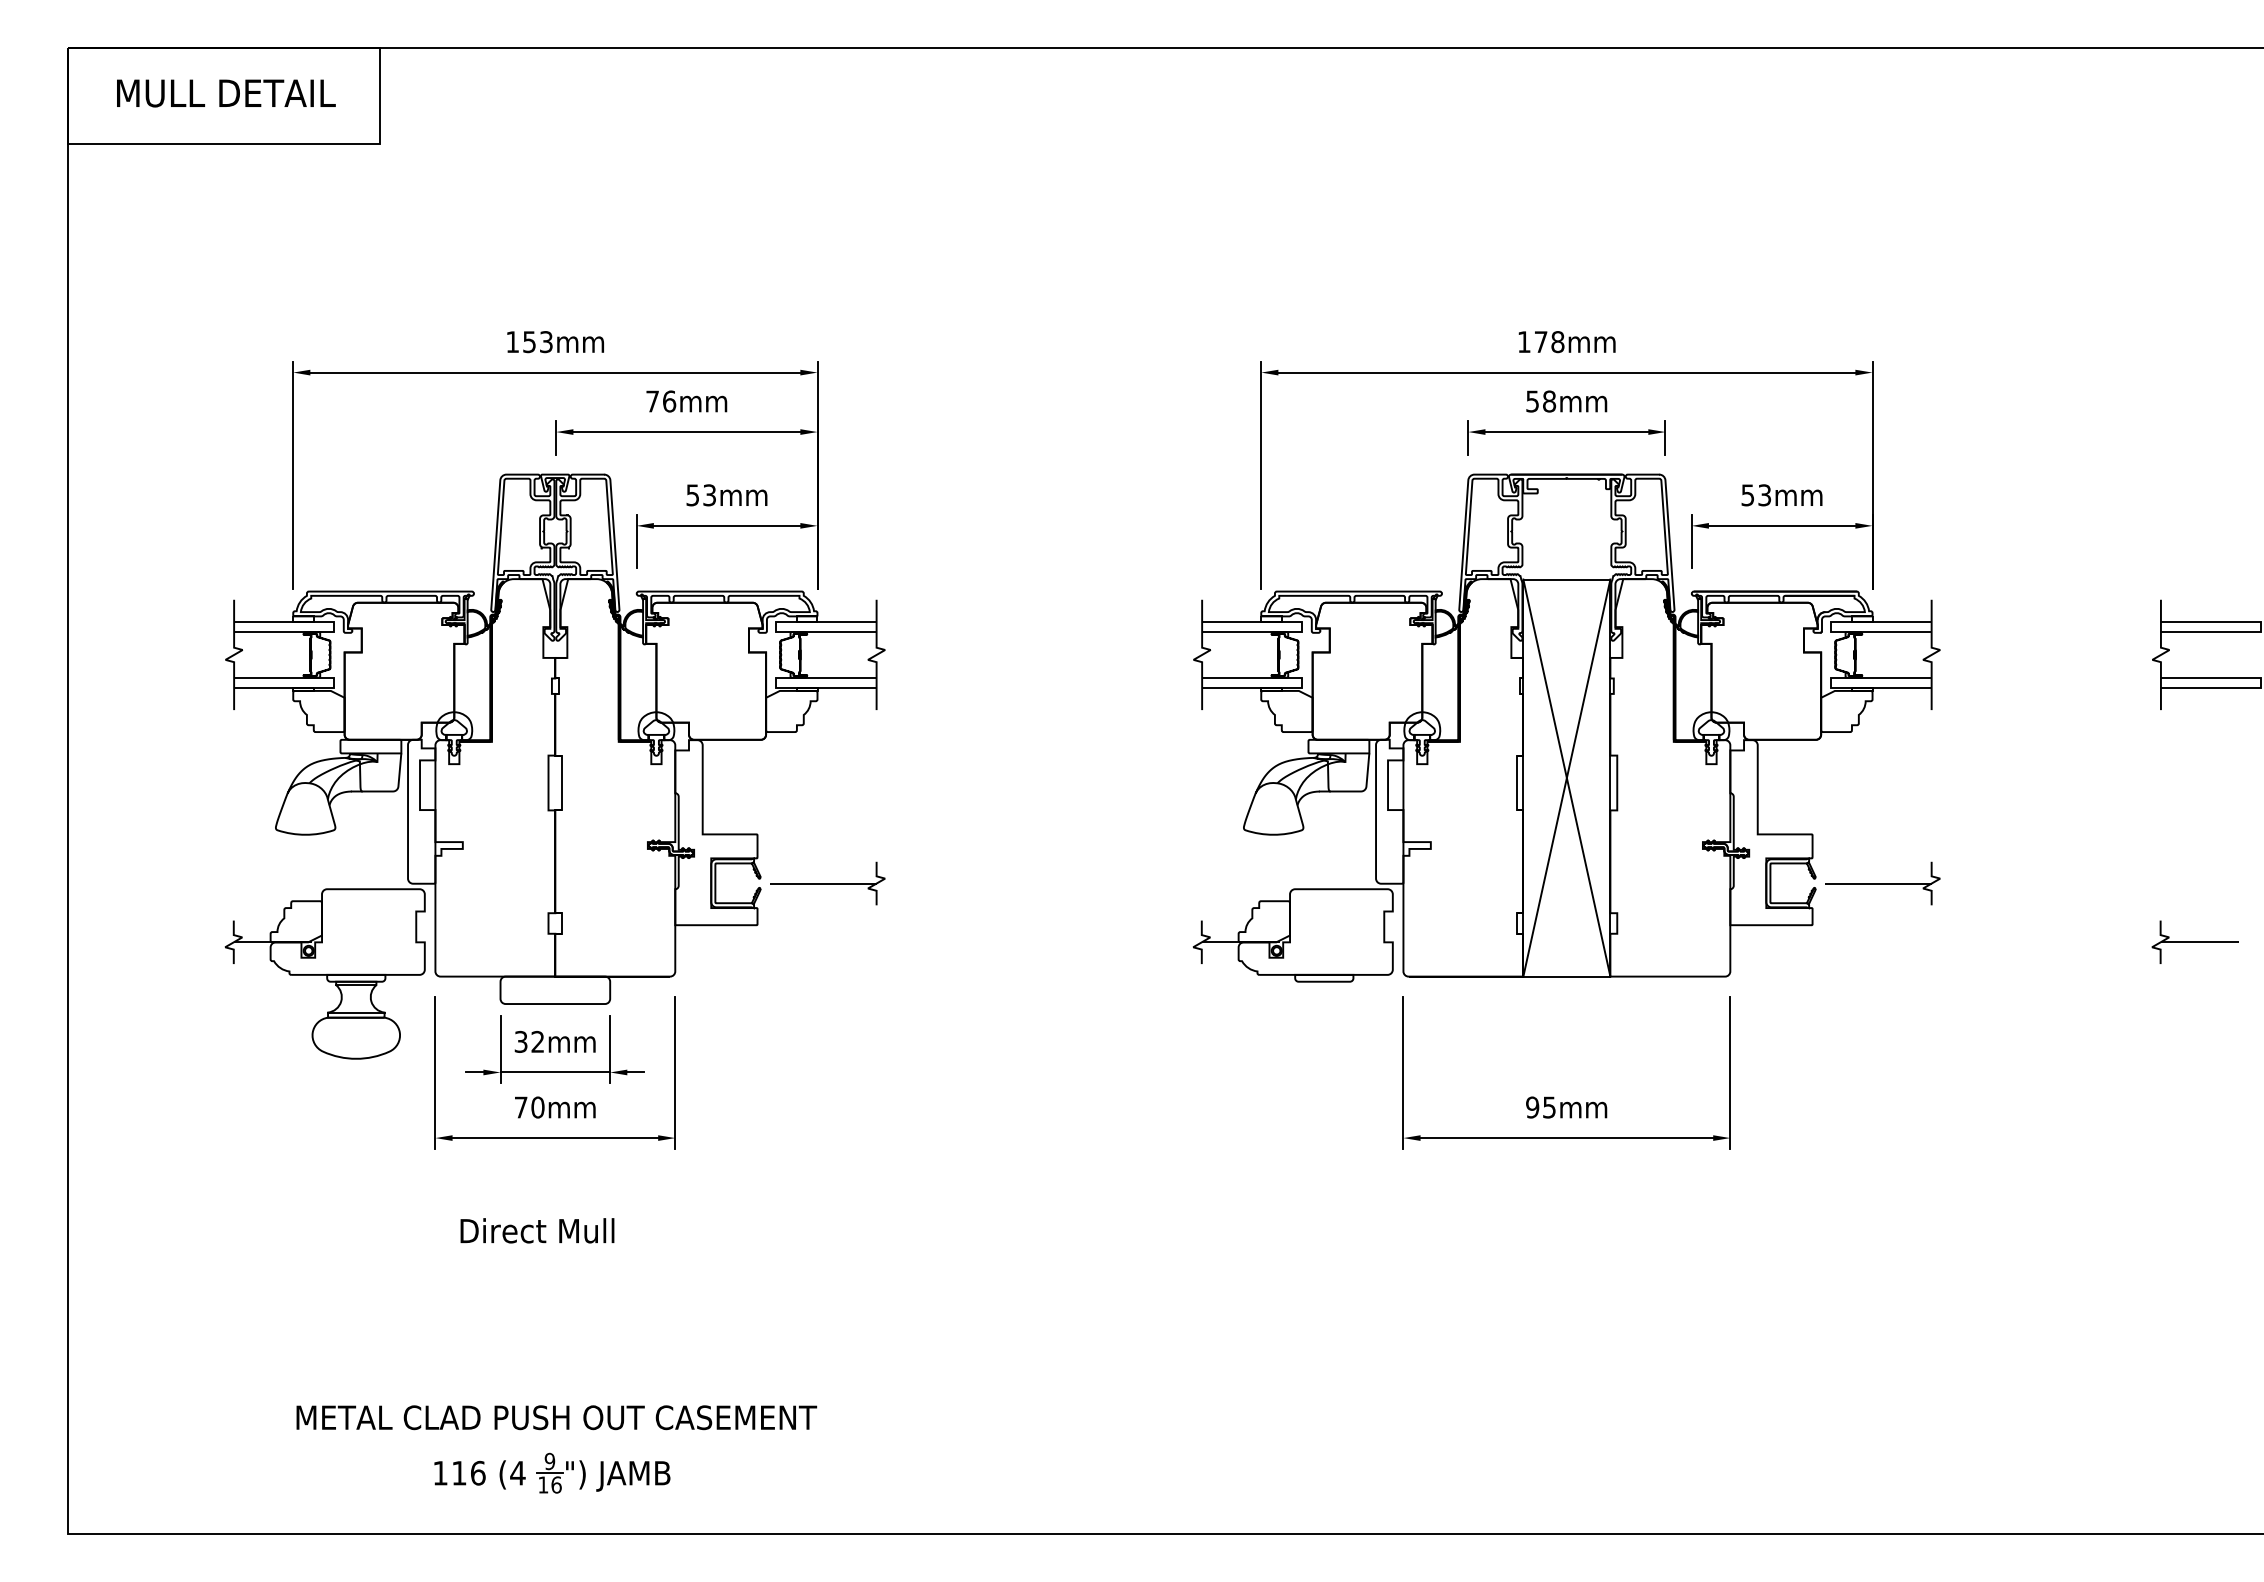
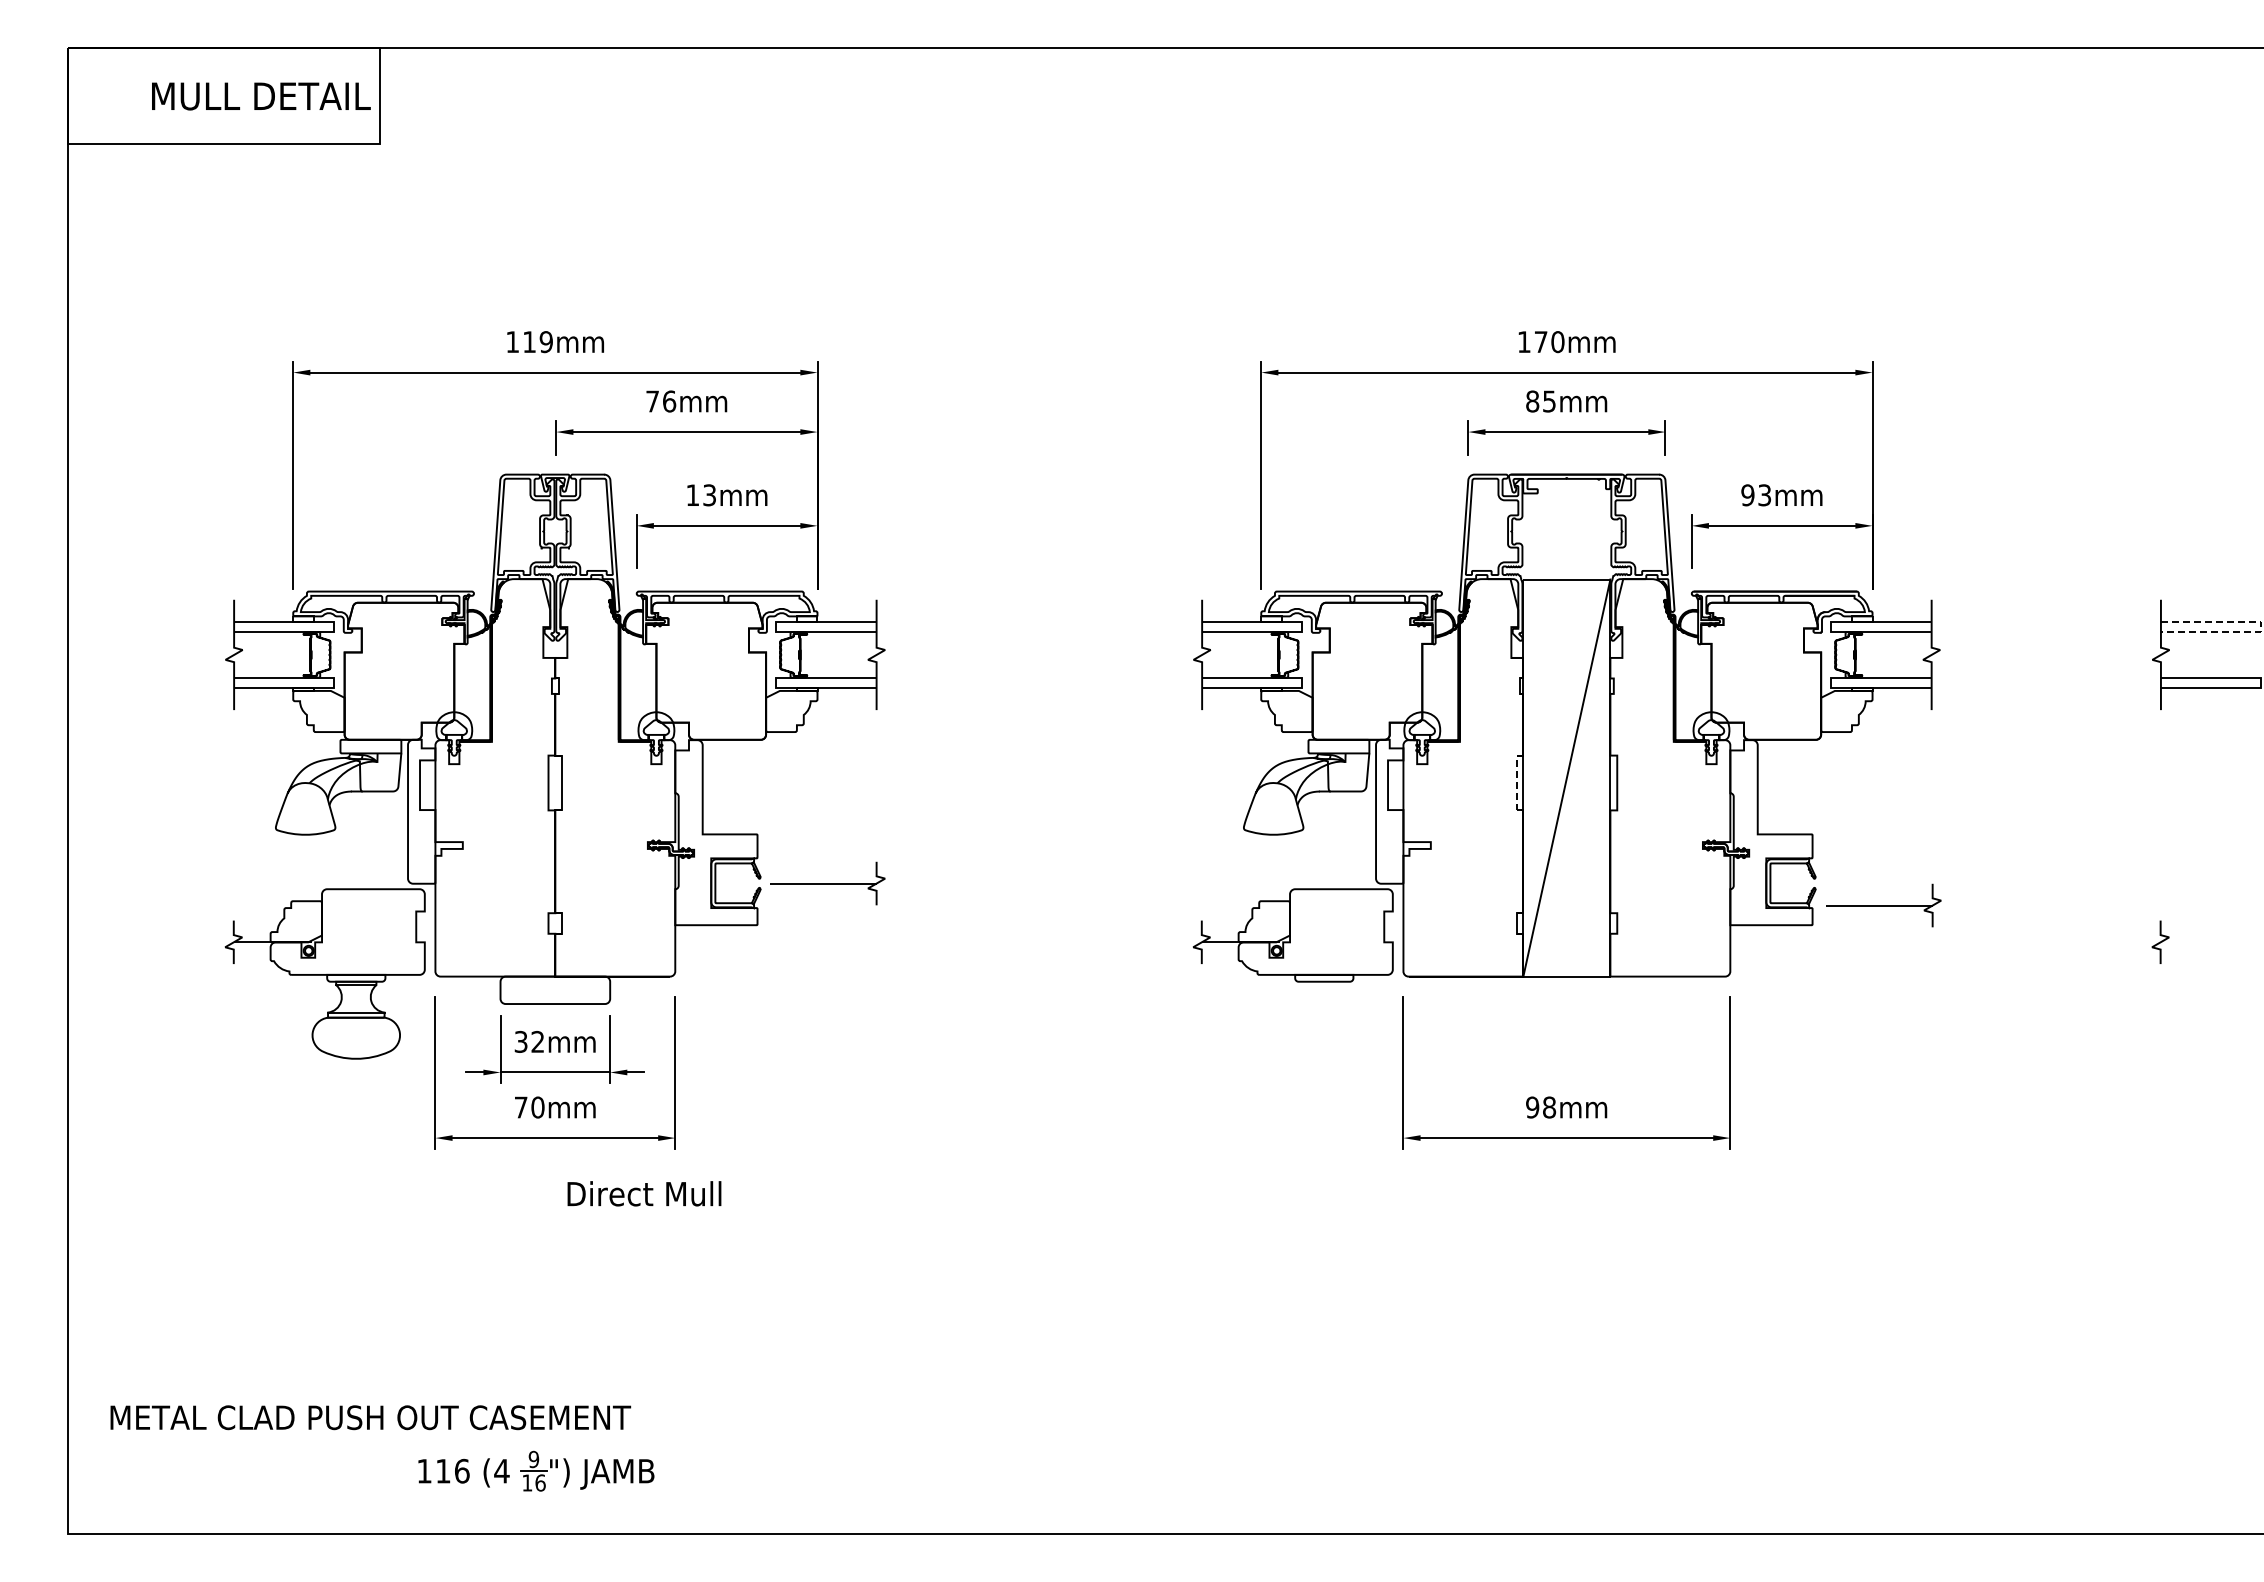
text at (226, 93) position: (226, 93) -> (261, 96)
text at (1557, 341): 178mm -> 170mm
text at (537, 342): 153mm -> 119mm
text at (1541, 401): 58mm -> 85mm
text at (692, 495): 53mm -> 13mm
text at (1747, 495): 53mm -> 93mm
line at (2261, 627): solid -> dashed
line at (1566, 777): present -> none
line at (1516, 783): solid -> dashed
part at (1882, 883) position: (1882, 883) -> (1883, 905)
line at (2199, 942): present -> none
text at (1549, 1107): 95mm -> 98mm
text at (537, 1230) position: (537, 1230) -> (644, 1193)
text at (556, 1417) position: (556, 1417) -> (370, 1417)
part at (552, 1472) position: (552, 1472) -> (536, 1470)
